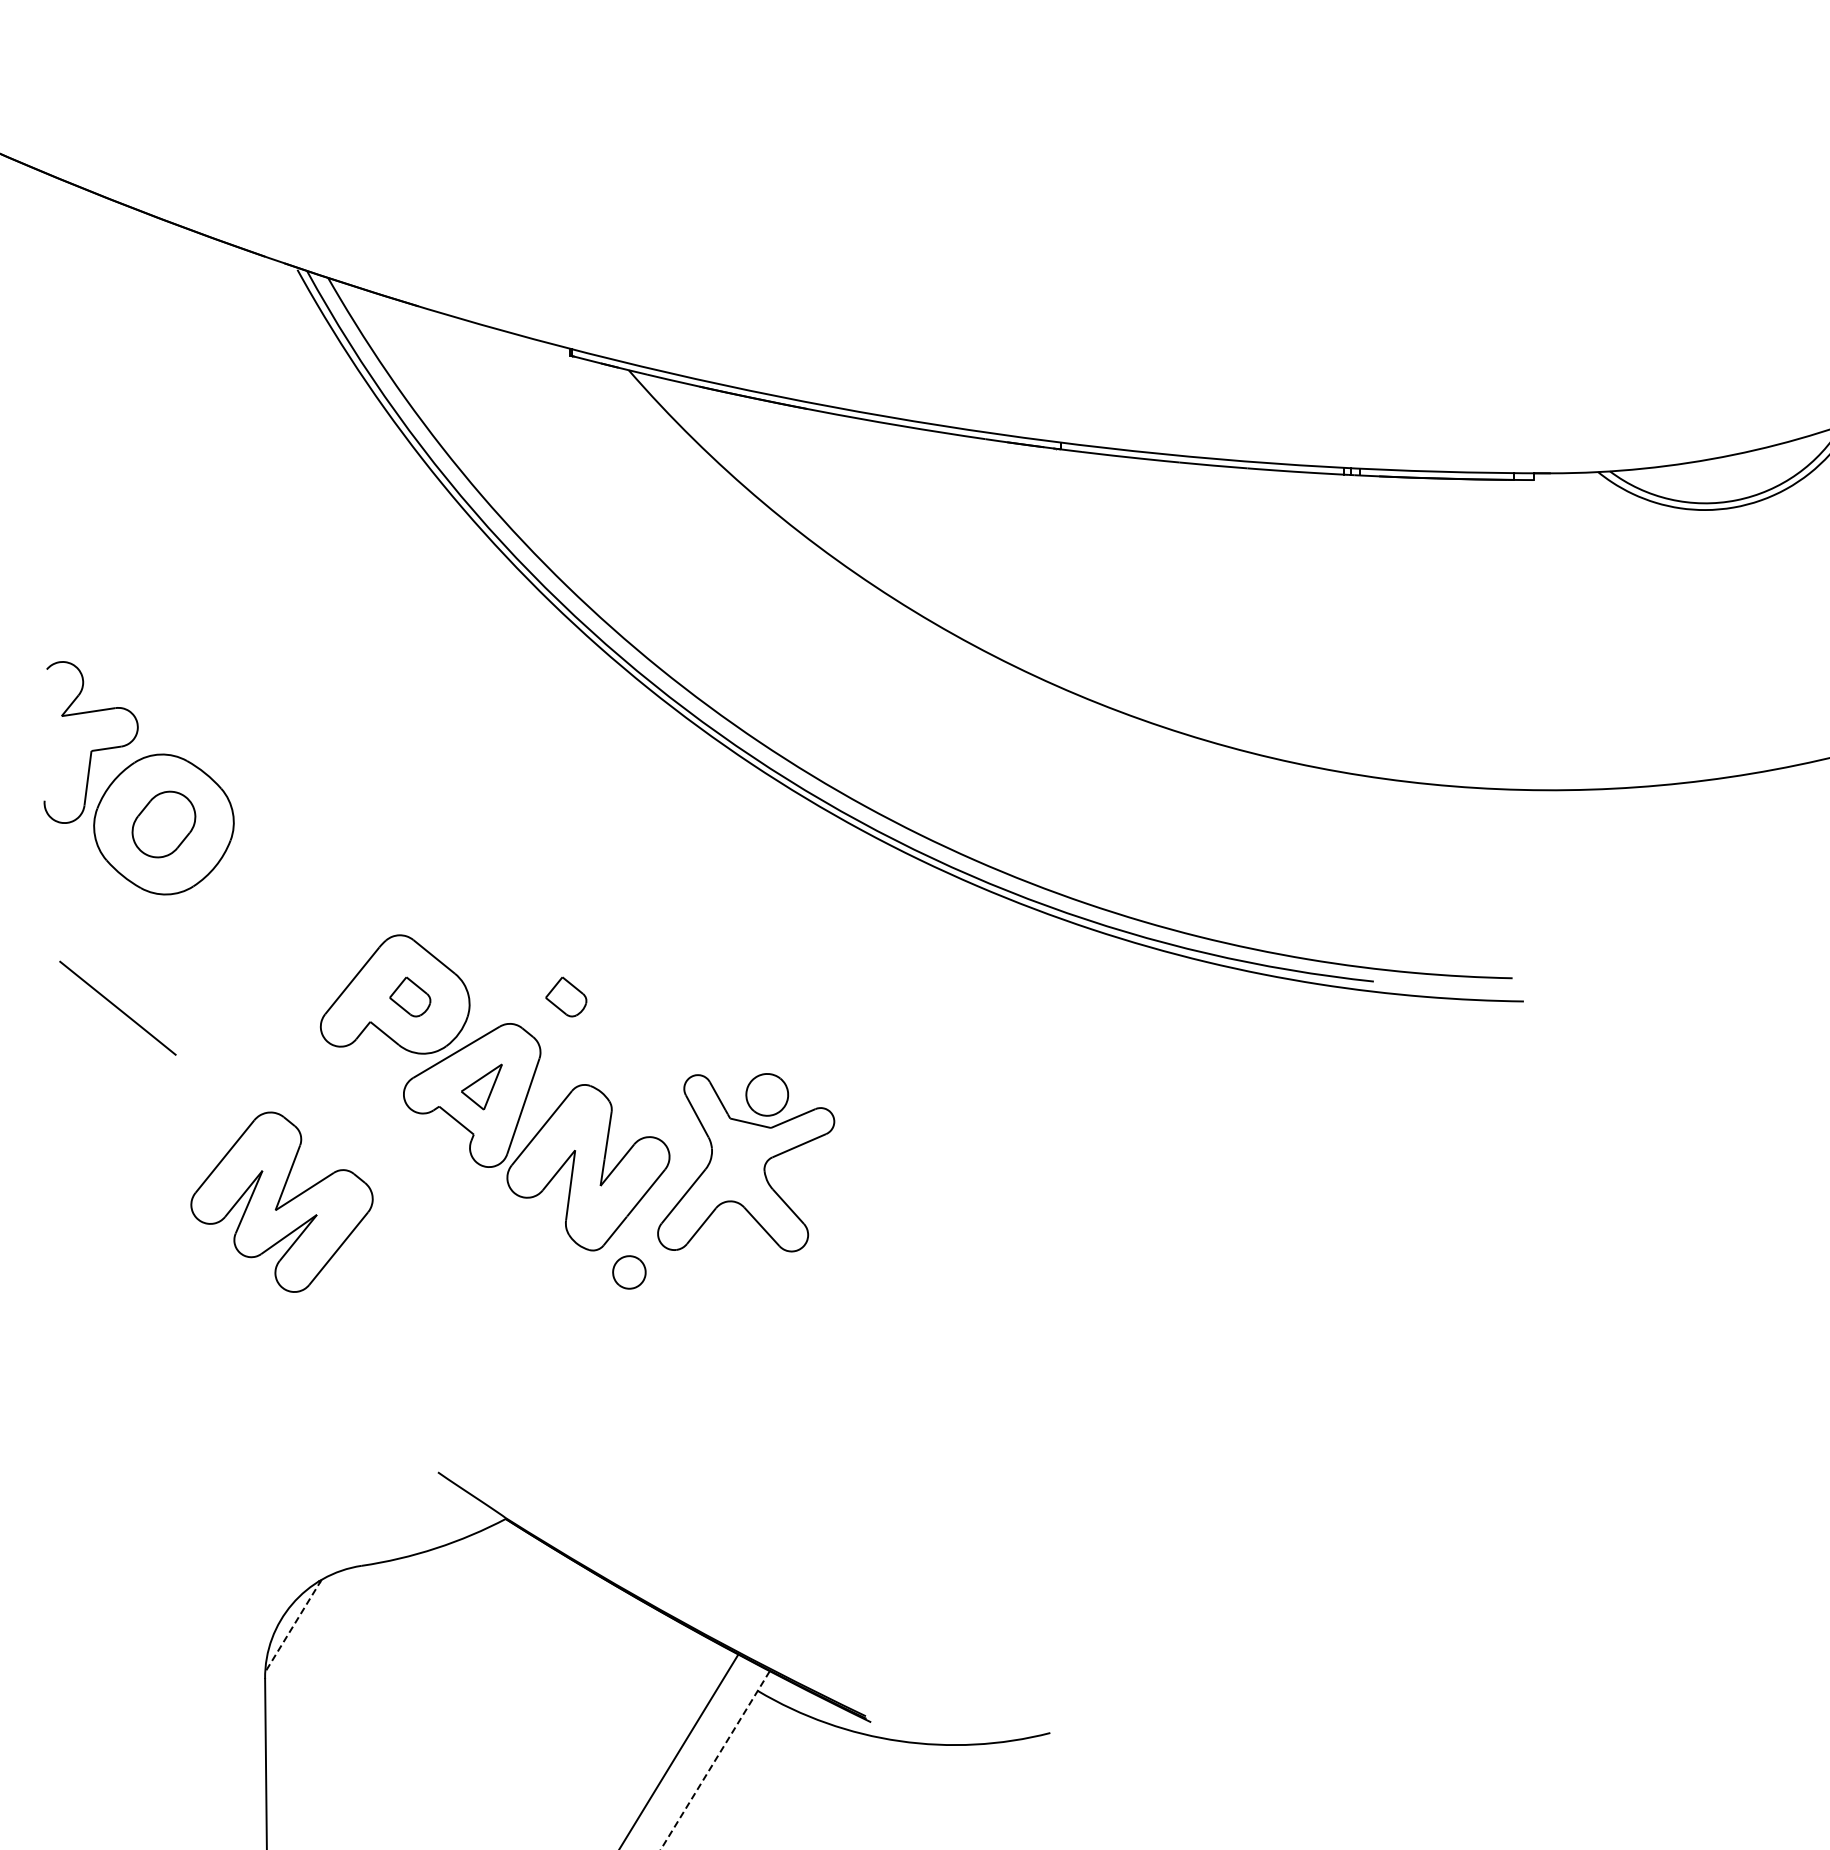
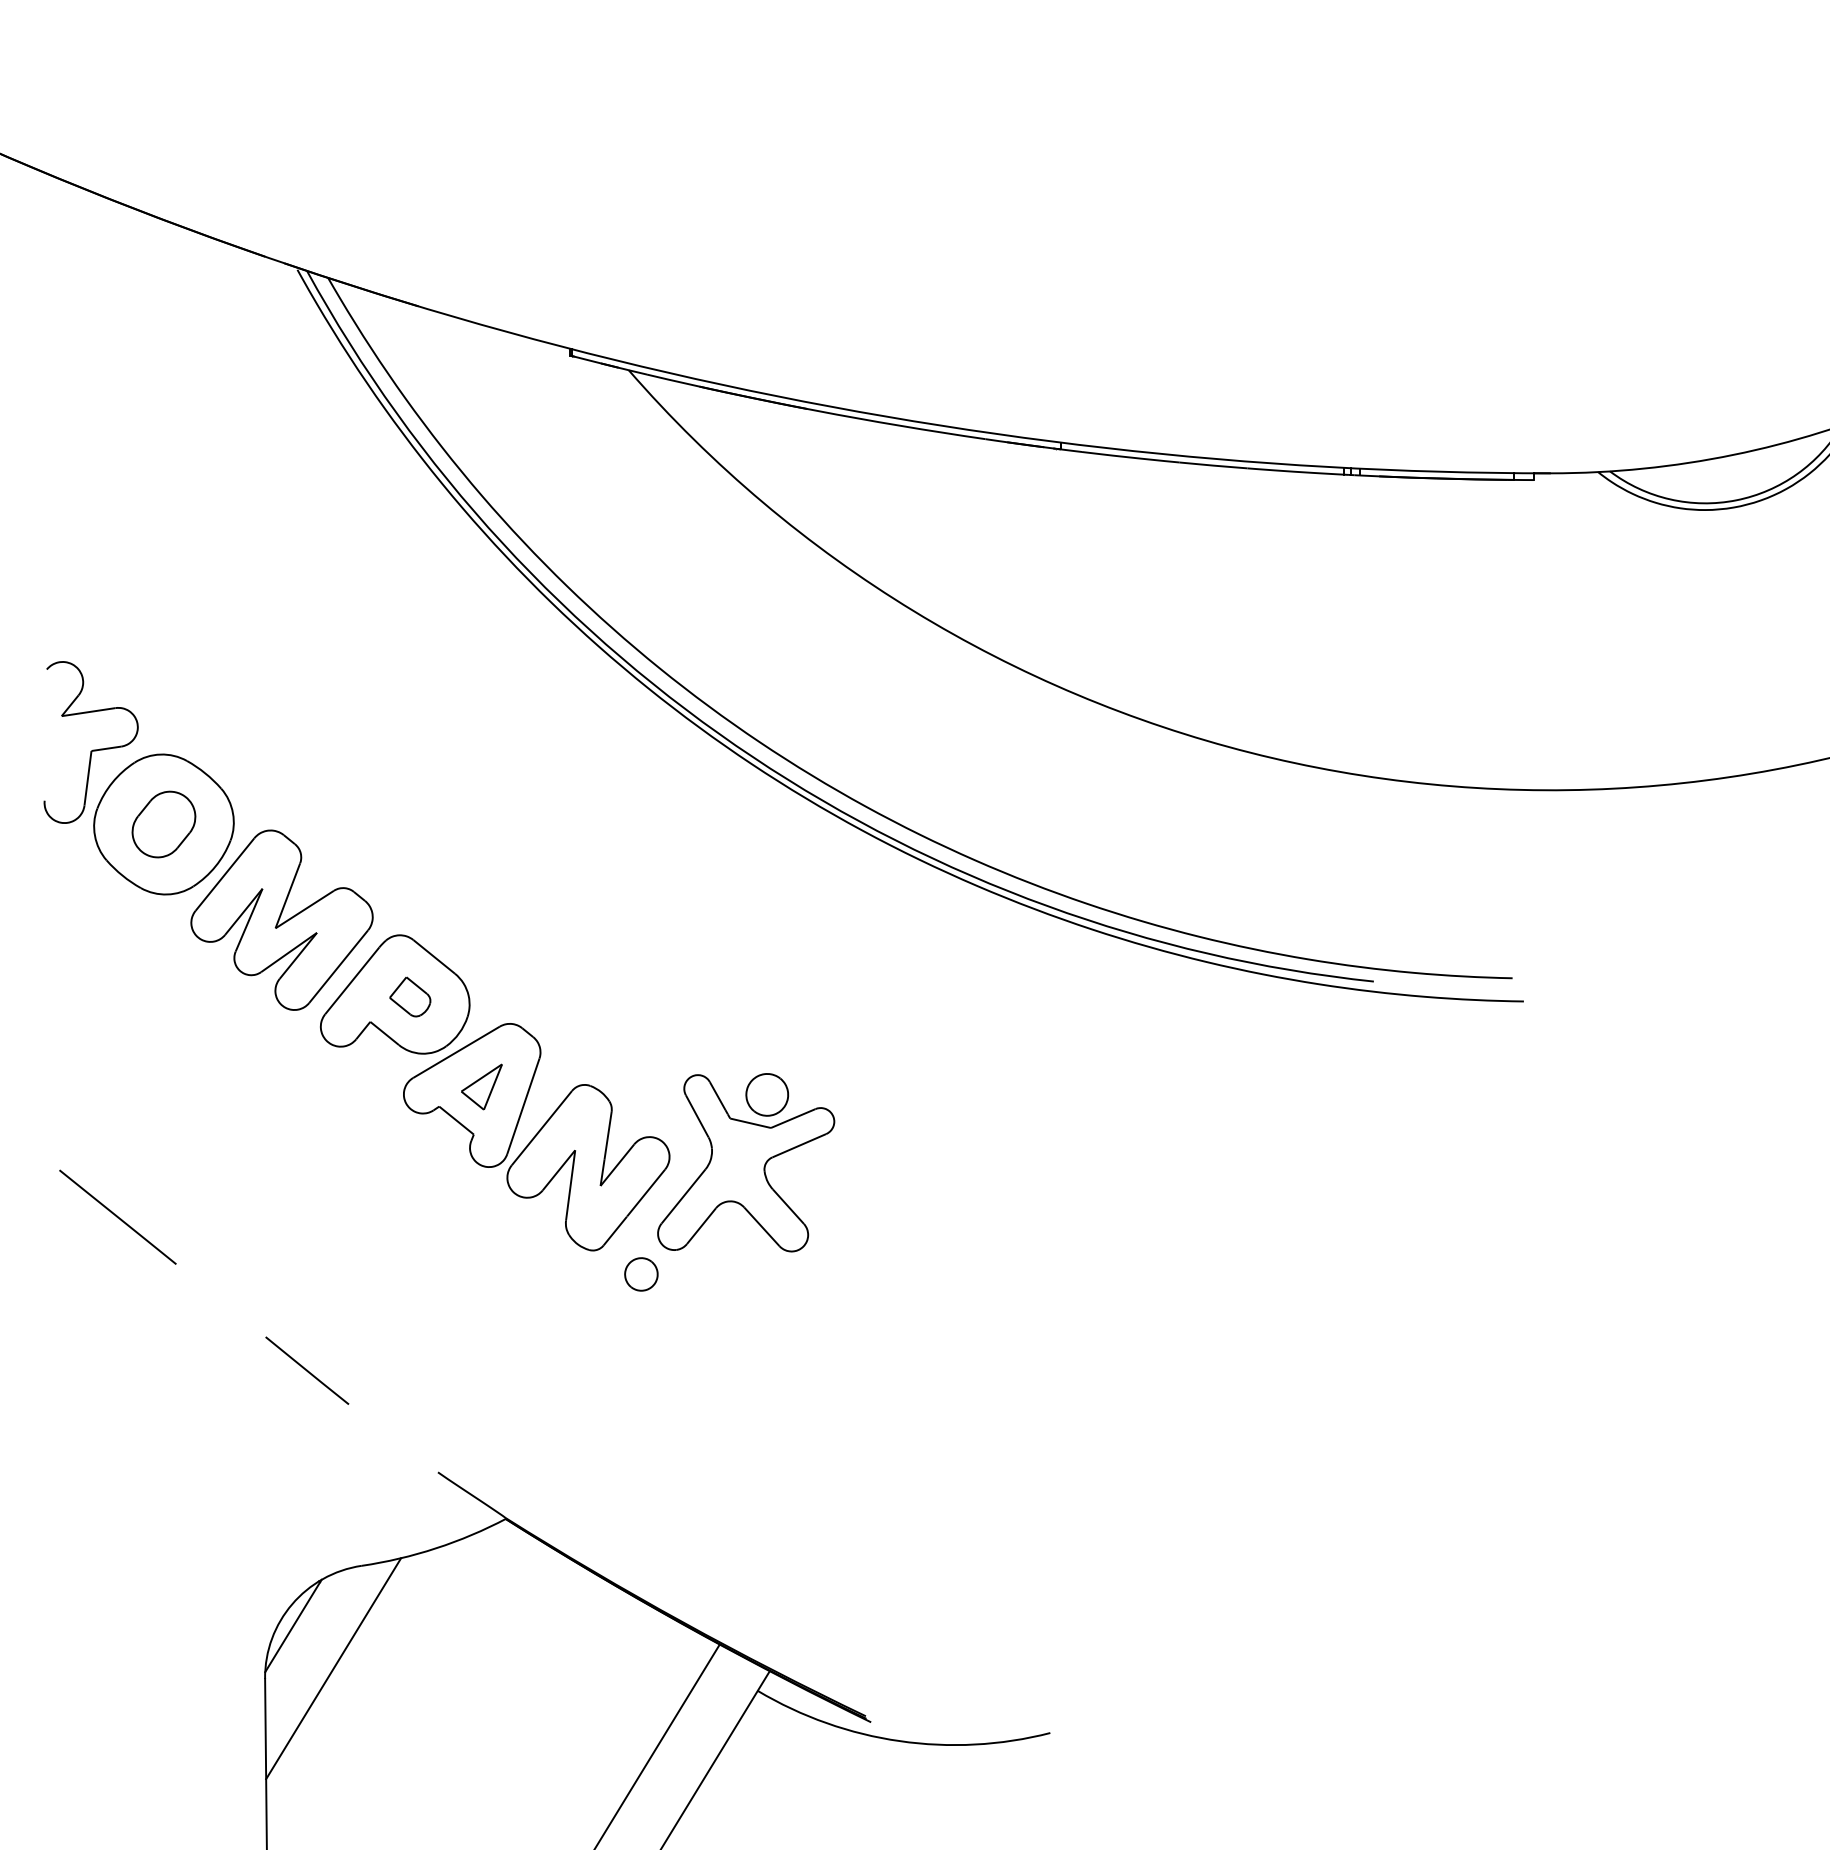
part at (566, 996): present -> none
line at (117, 1007) position: (117, 1007) -> (117, 1216)
part at (281, 1201) position: (281, 1201) -> (281, 919)
part at (629, 1272) position: (629, 1272) -> (641, 1274)
line at (307, 1370): none -> present
line at (293, 1626): dashed -> solid
line at (333, 1668): none -> present
line at (678, 1750) position: (678, 1750) -> (657, 1745)
line at (715, 1760): dashed -> solid
